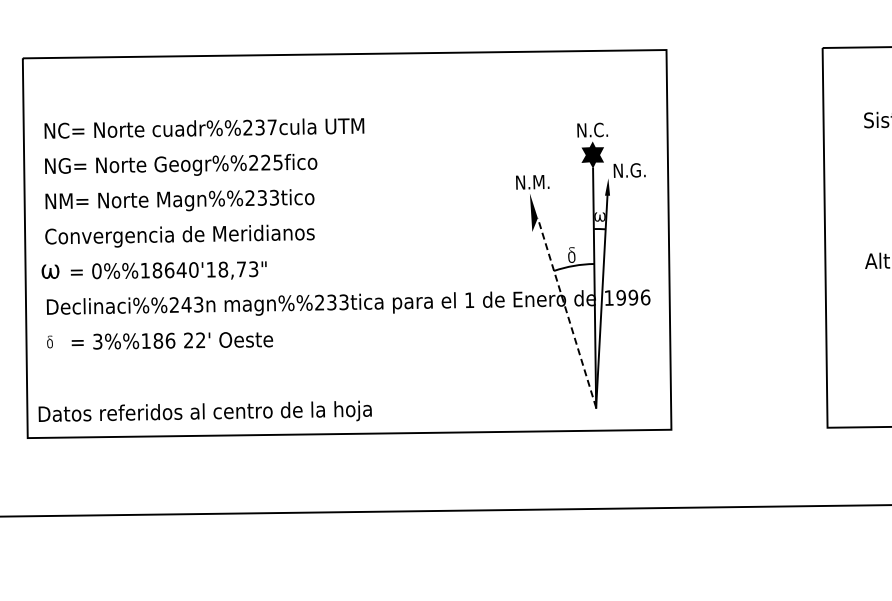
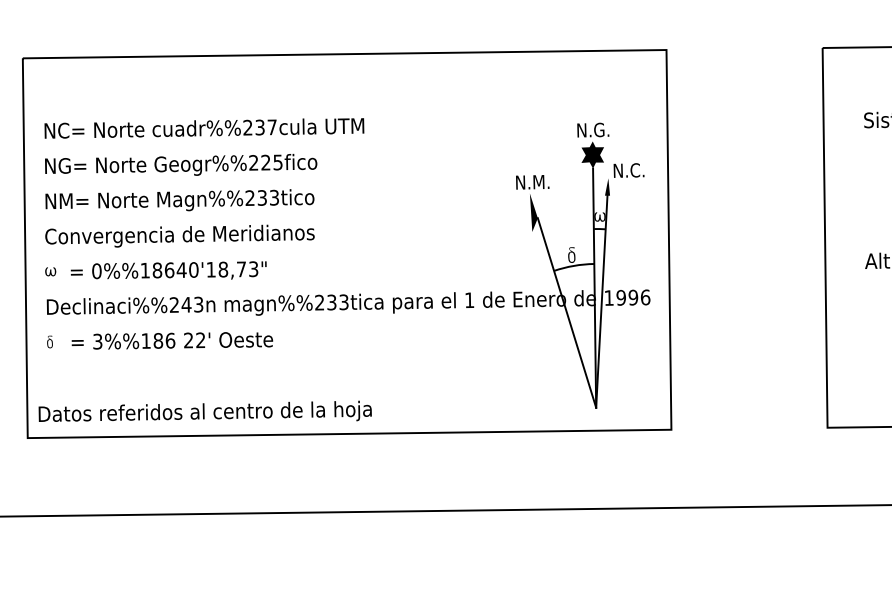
text at (604, 129): N.C. -> N.G.
text at (640, 170): N.G. -> N.C.
part at (50, 271) size: 19x15 px -> 12x10 px
line at (566, 312): dashed -> solid
